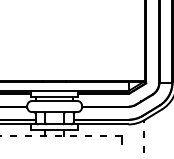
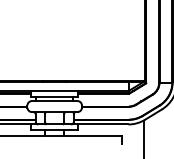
line at (61, 136): dashed -> solid
line at (143, 139): dashed -> solid
